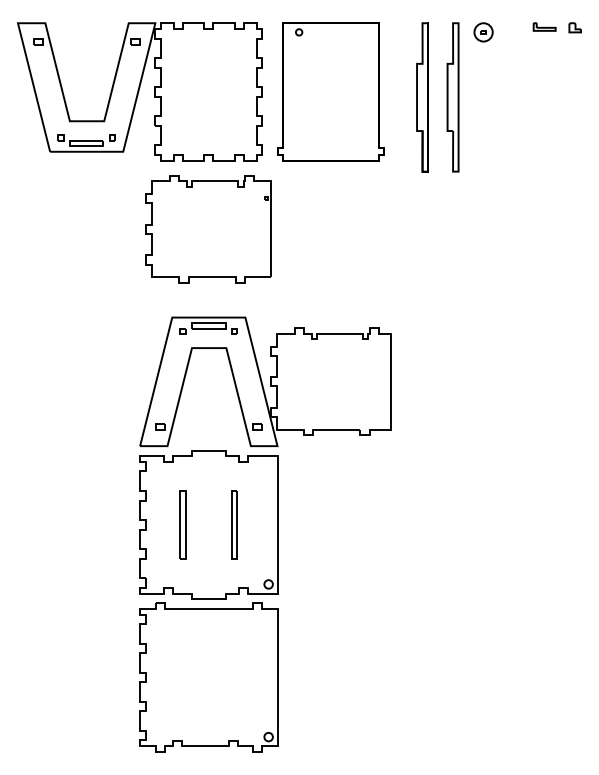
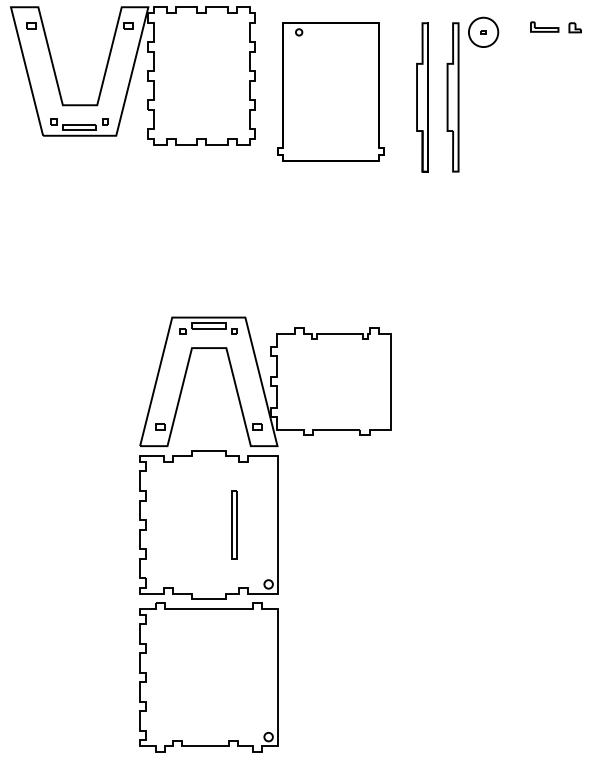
part at (544, 26) size: 25x10 px -> 30x12 px
circle at (483, 32) diameter: 18 px -> 29 px
part at (139, 91) position: (139, 91) -> (132, 75)
part at (208, 229): present -> none
part at (182, 524): present -> none
